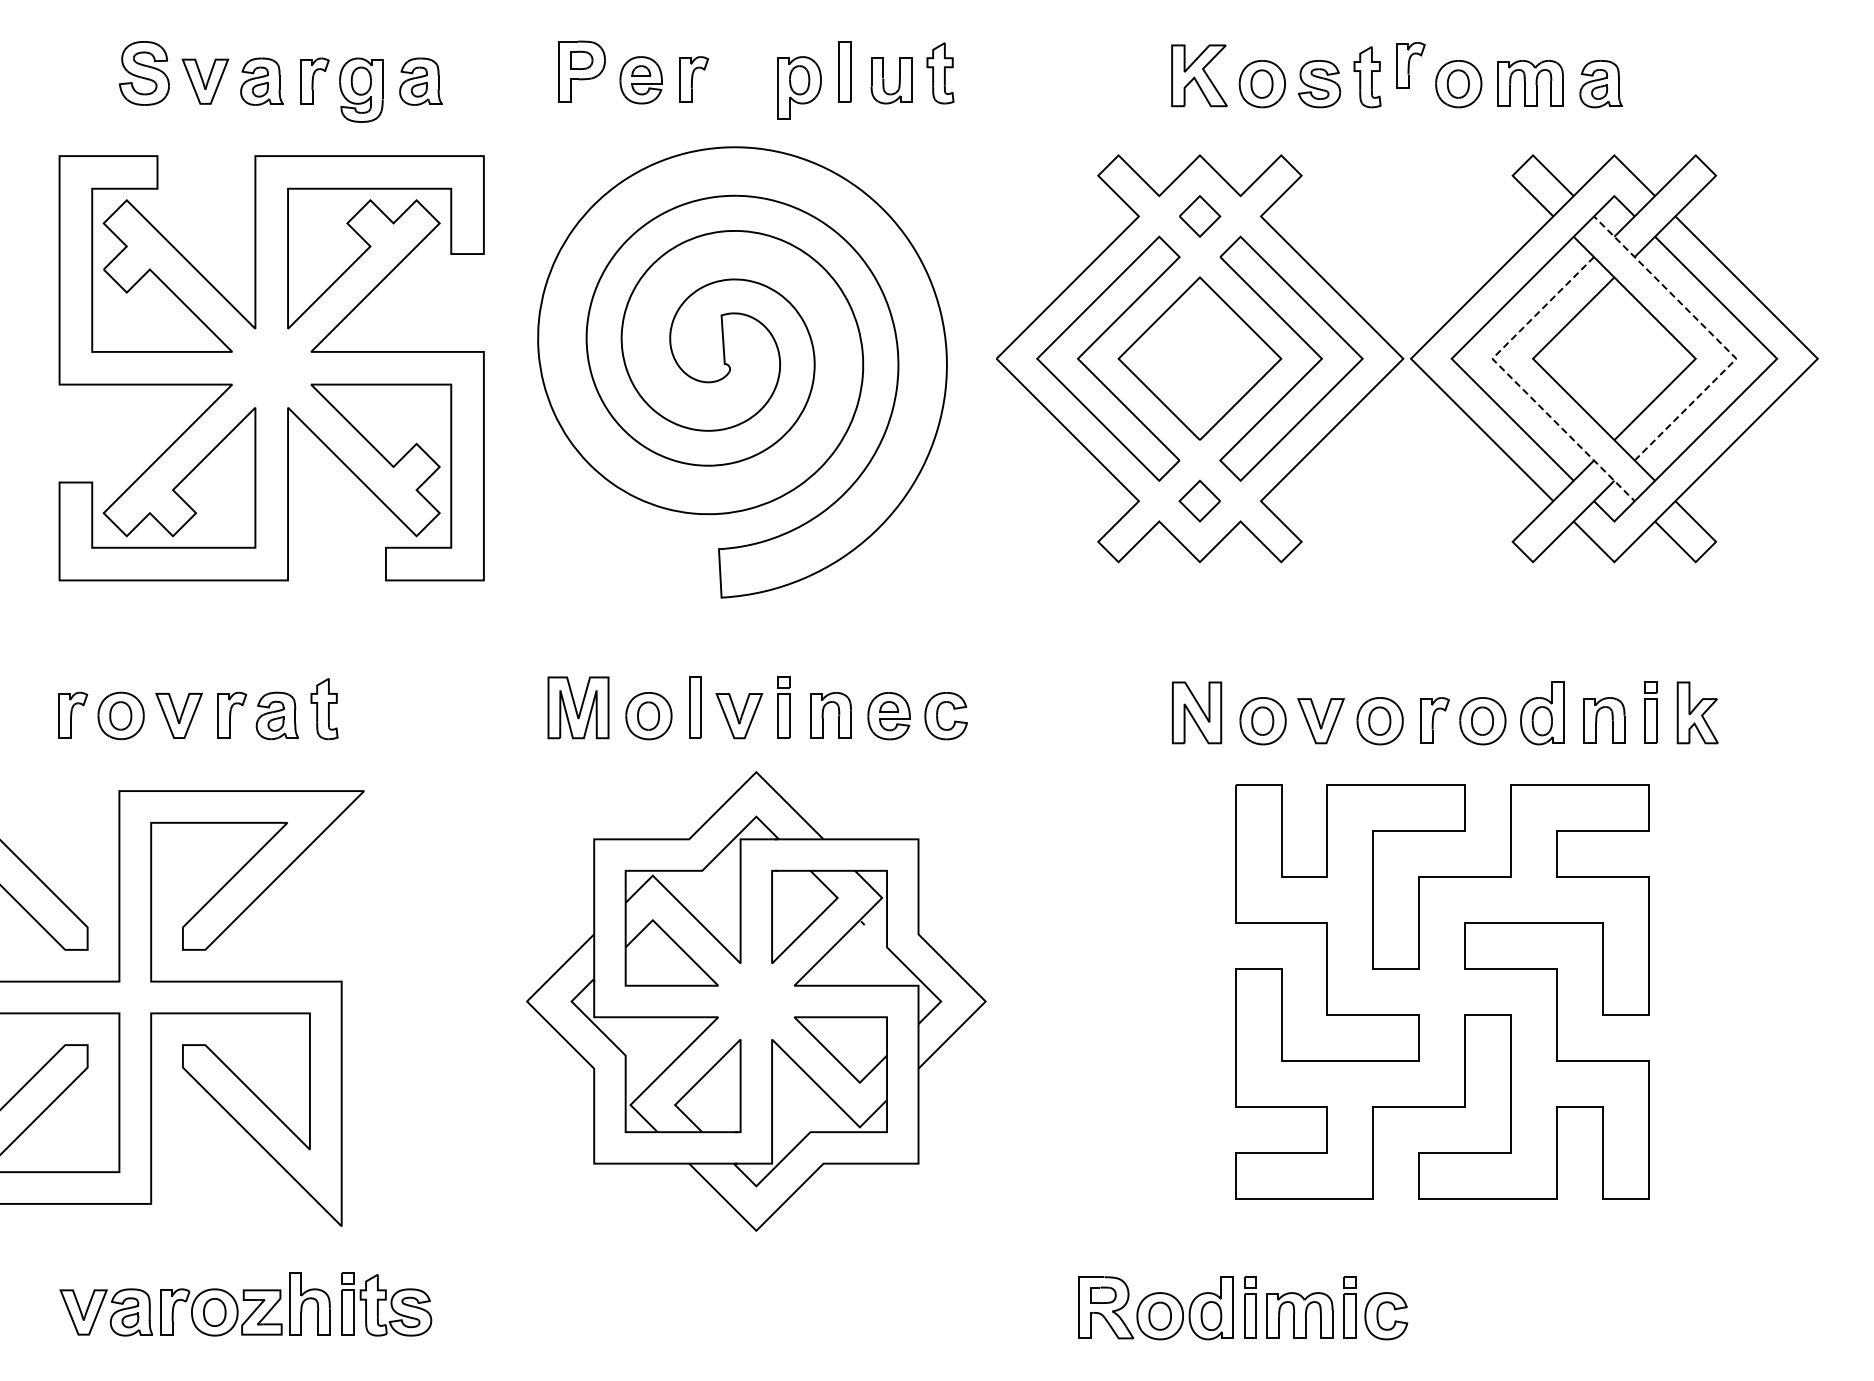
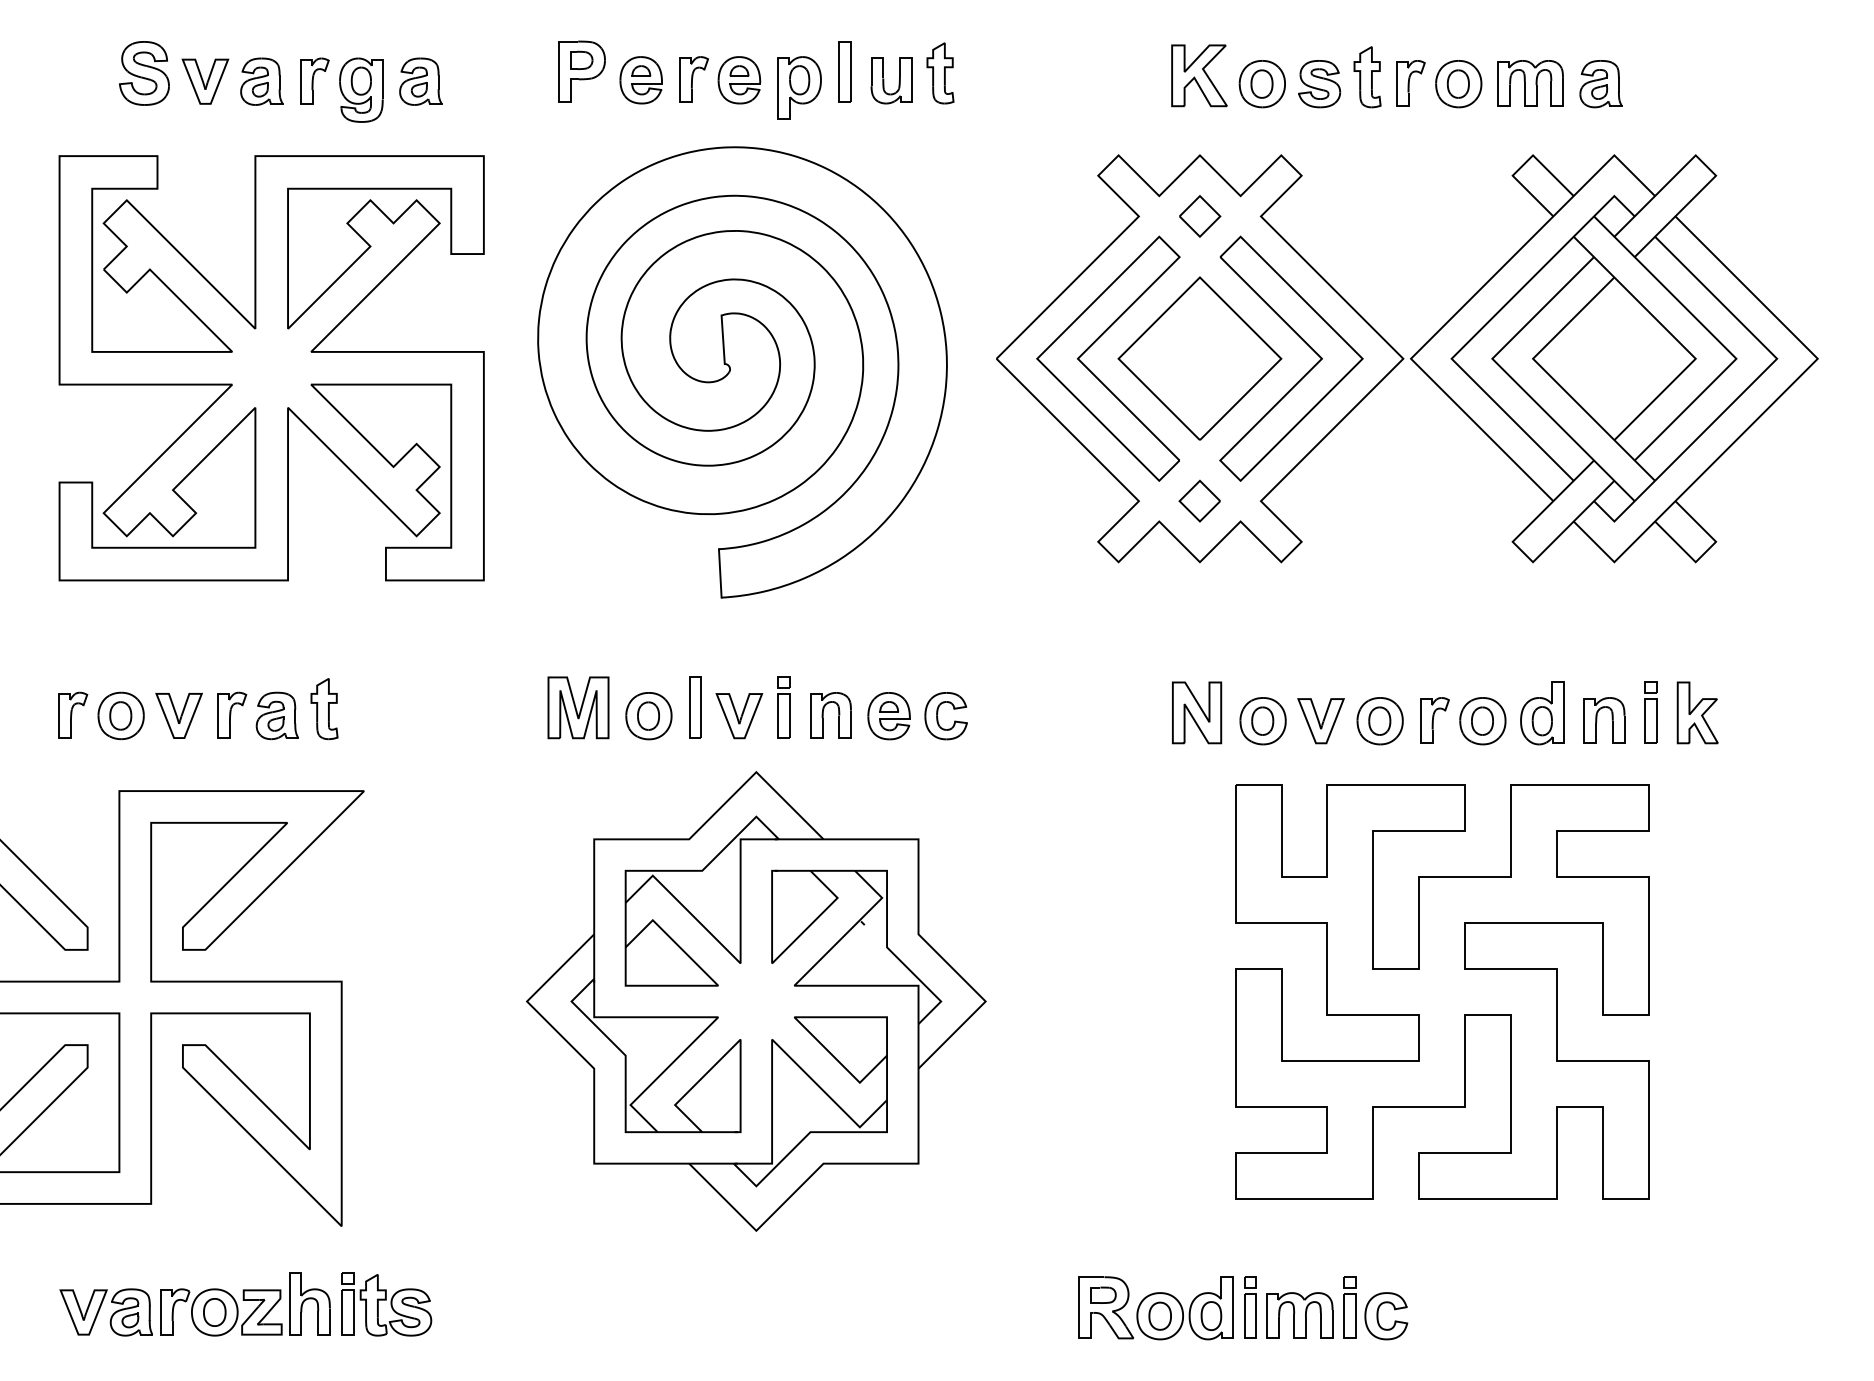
part at (1410, 65) position: (1410, 65) -> (1410, 83)
part at (739, 80): none -> present
line at (1715, 338): dashed -> solid
line at (1512, 379): dashed -> solid
